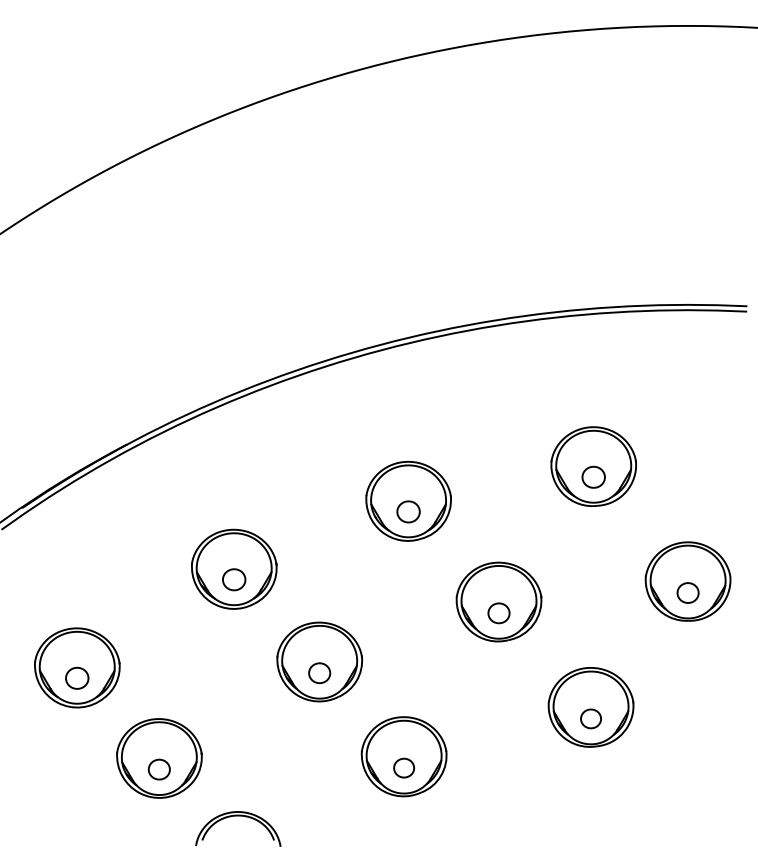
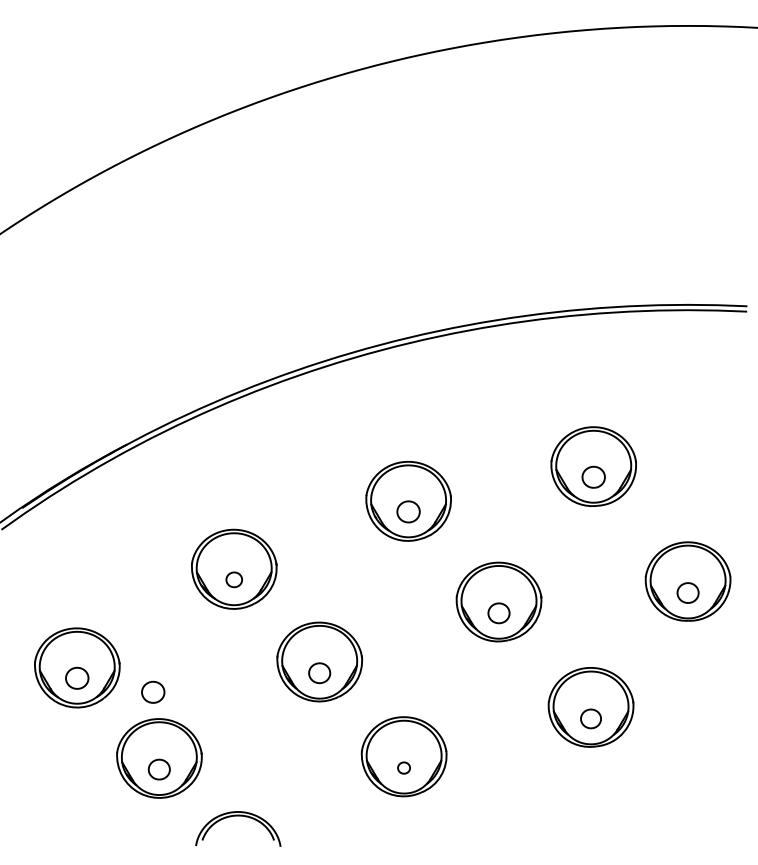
part at (234, 579) size: 25x24 px -> 18x18 px
part at (153, 691): none -> present
part at (403, 767) size: 22x22 px -> 14x14 px
